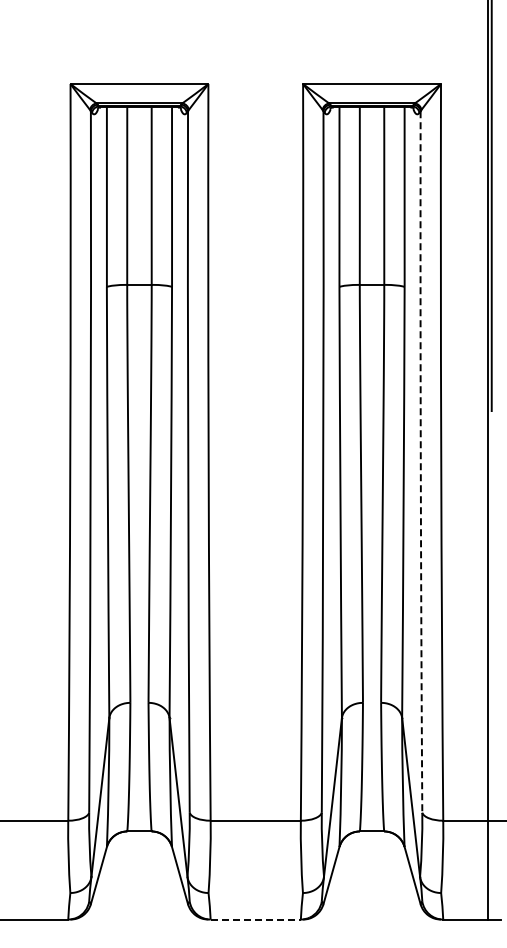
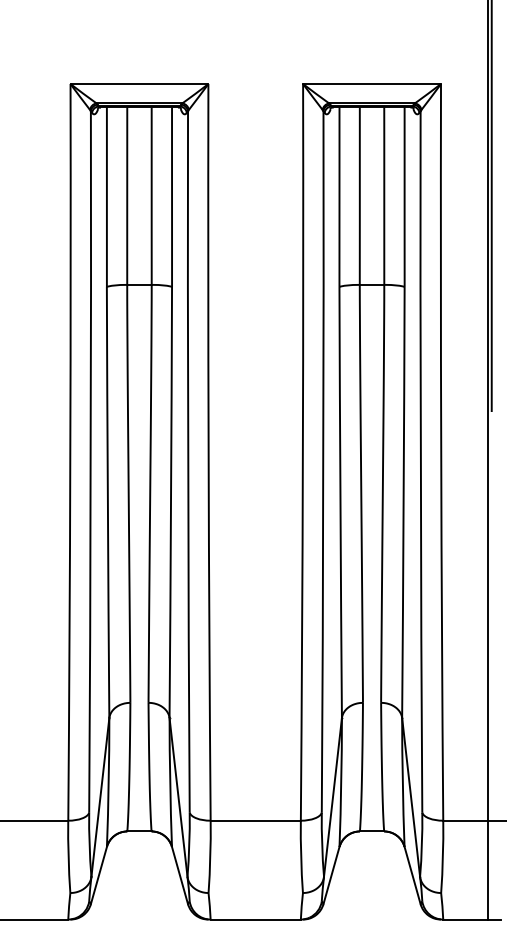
arc at (420, 462): dashed -> solid
line at (256, 919): dashed -> solid
